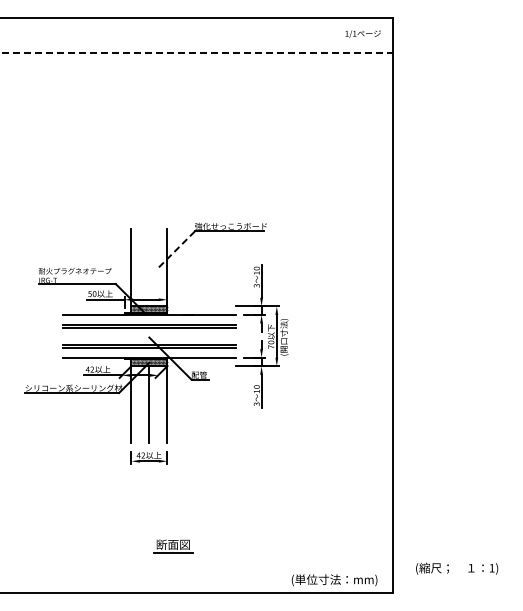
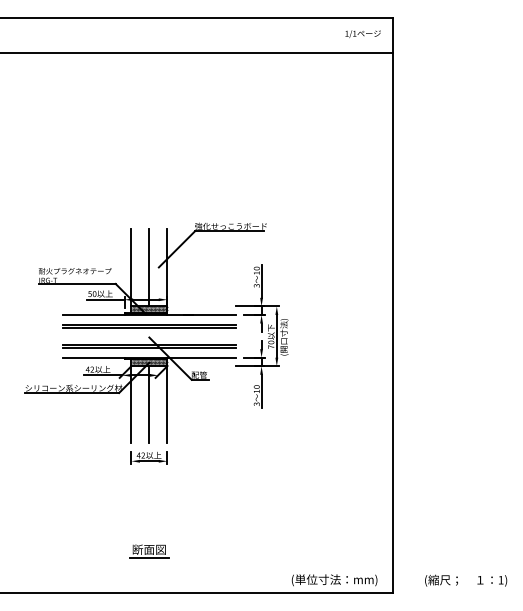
line at (197, 52): dashed -> solid
line at (177, 249): dashed -> solid
line at (149, 267): none -> present
part at (173, 546) position: (173, 546) -> (149, 551)
text at (457, 568) position: (457, 568) -> (466, 580)
